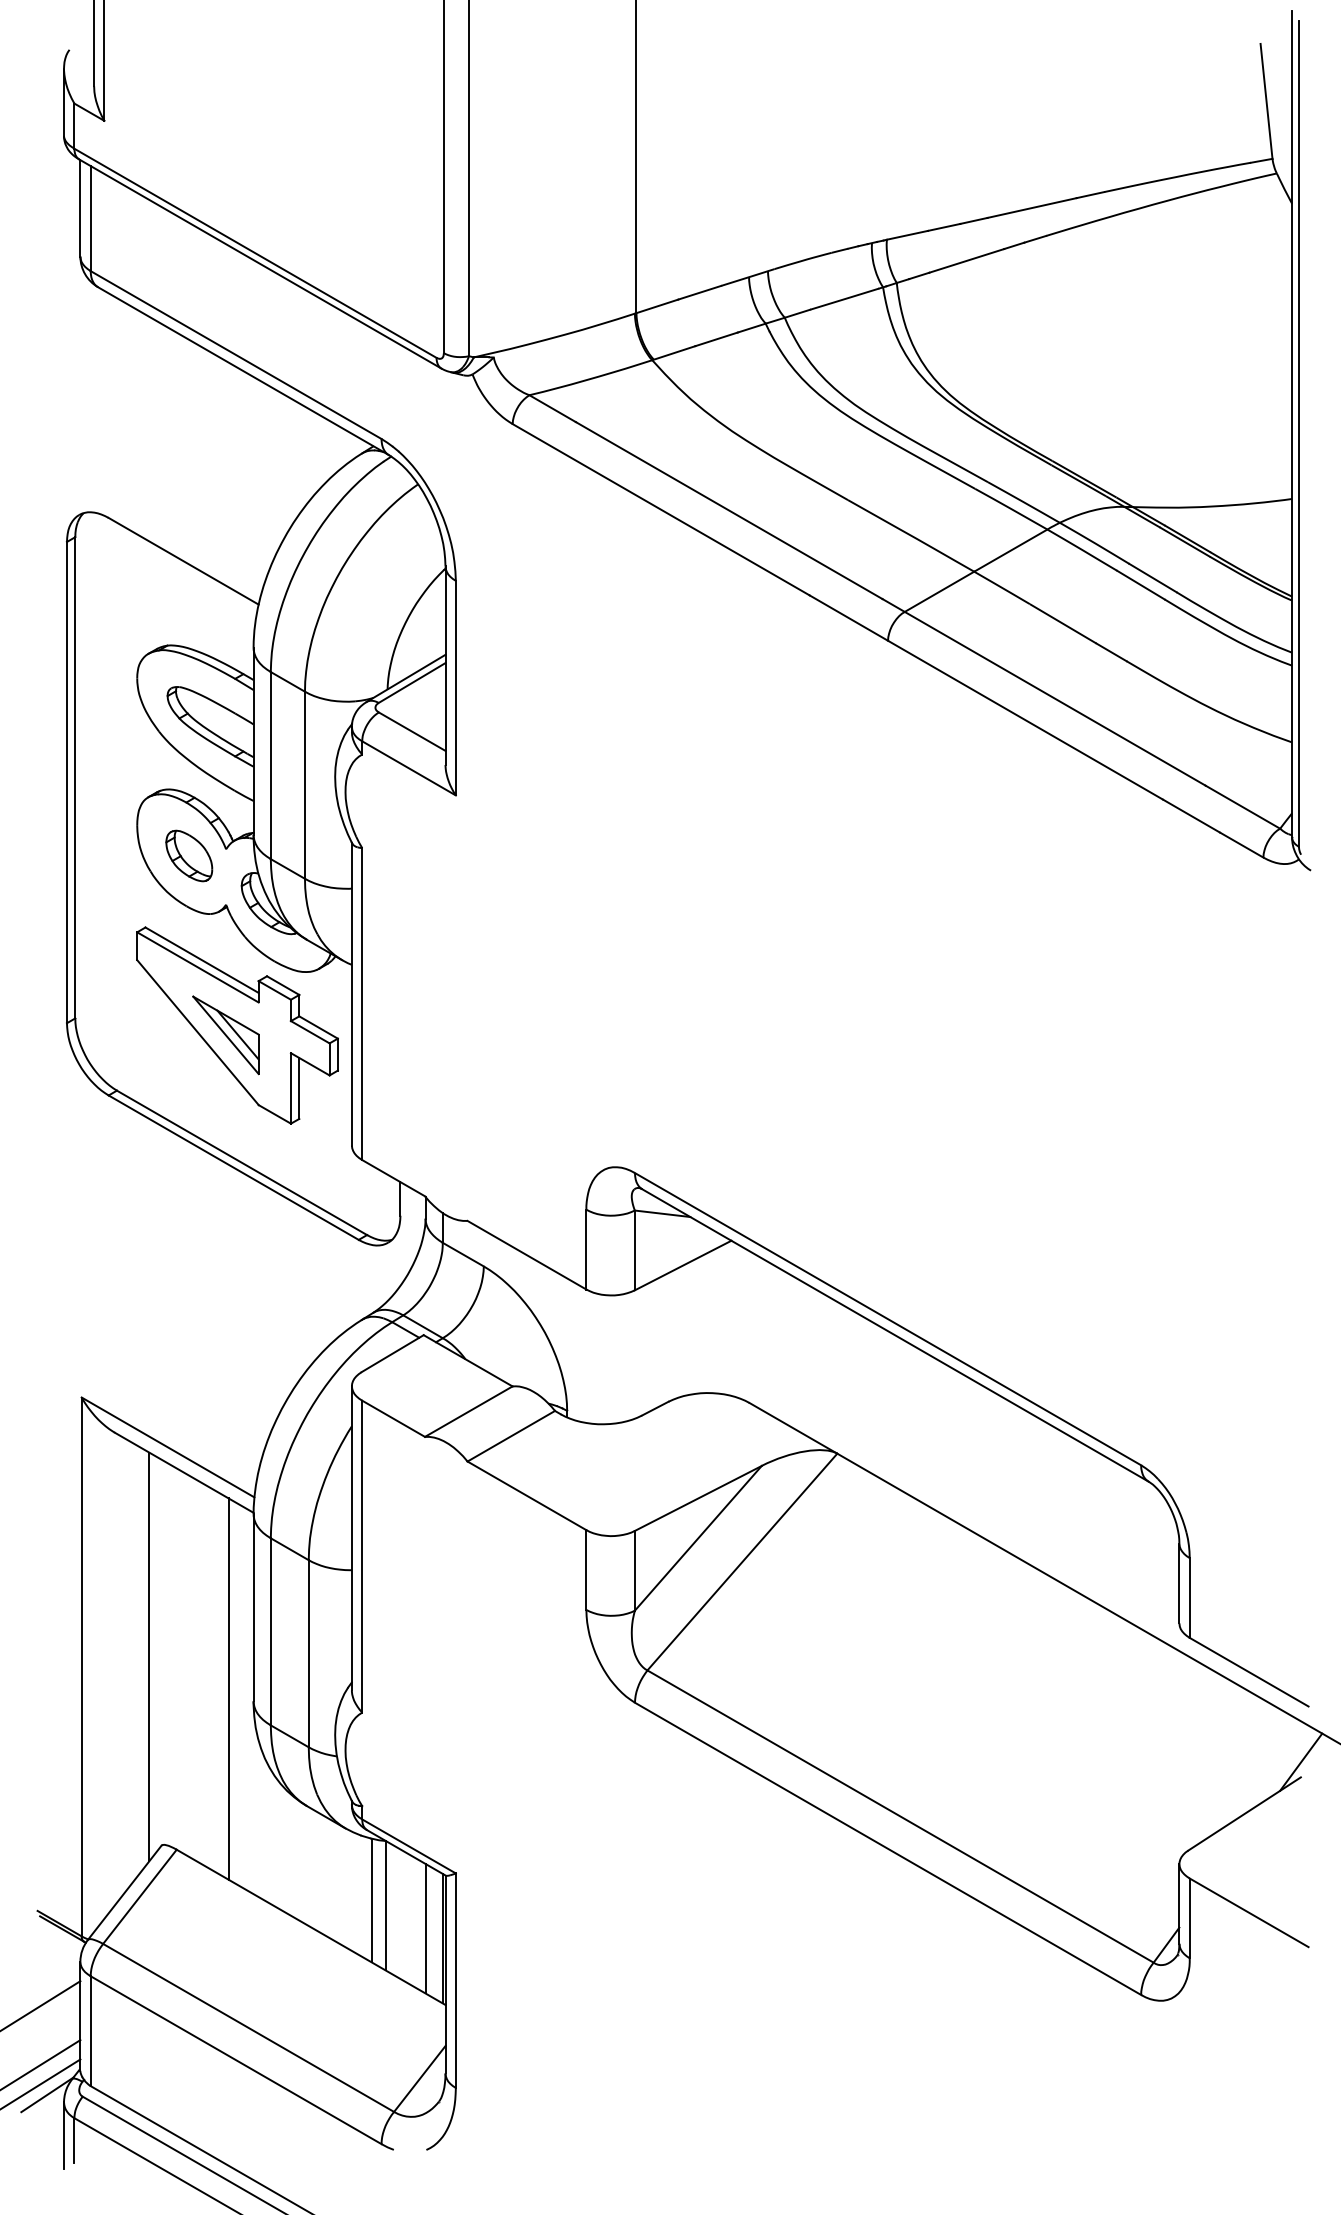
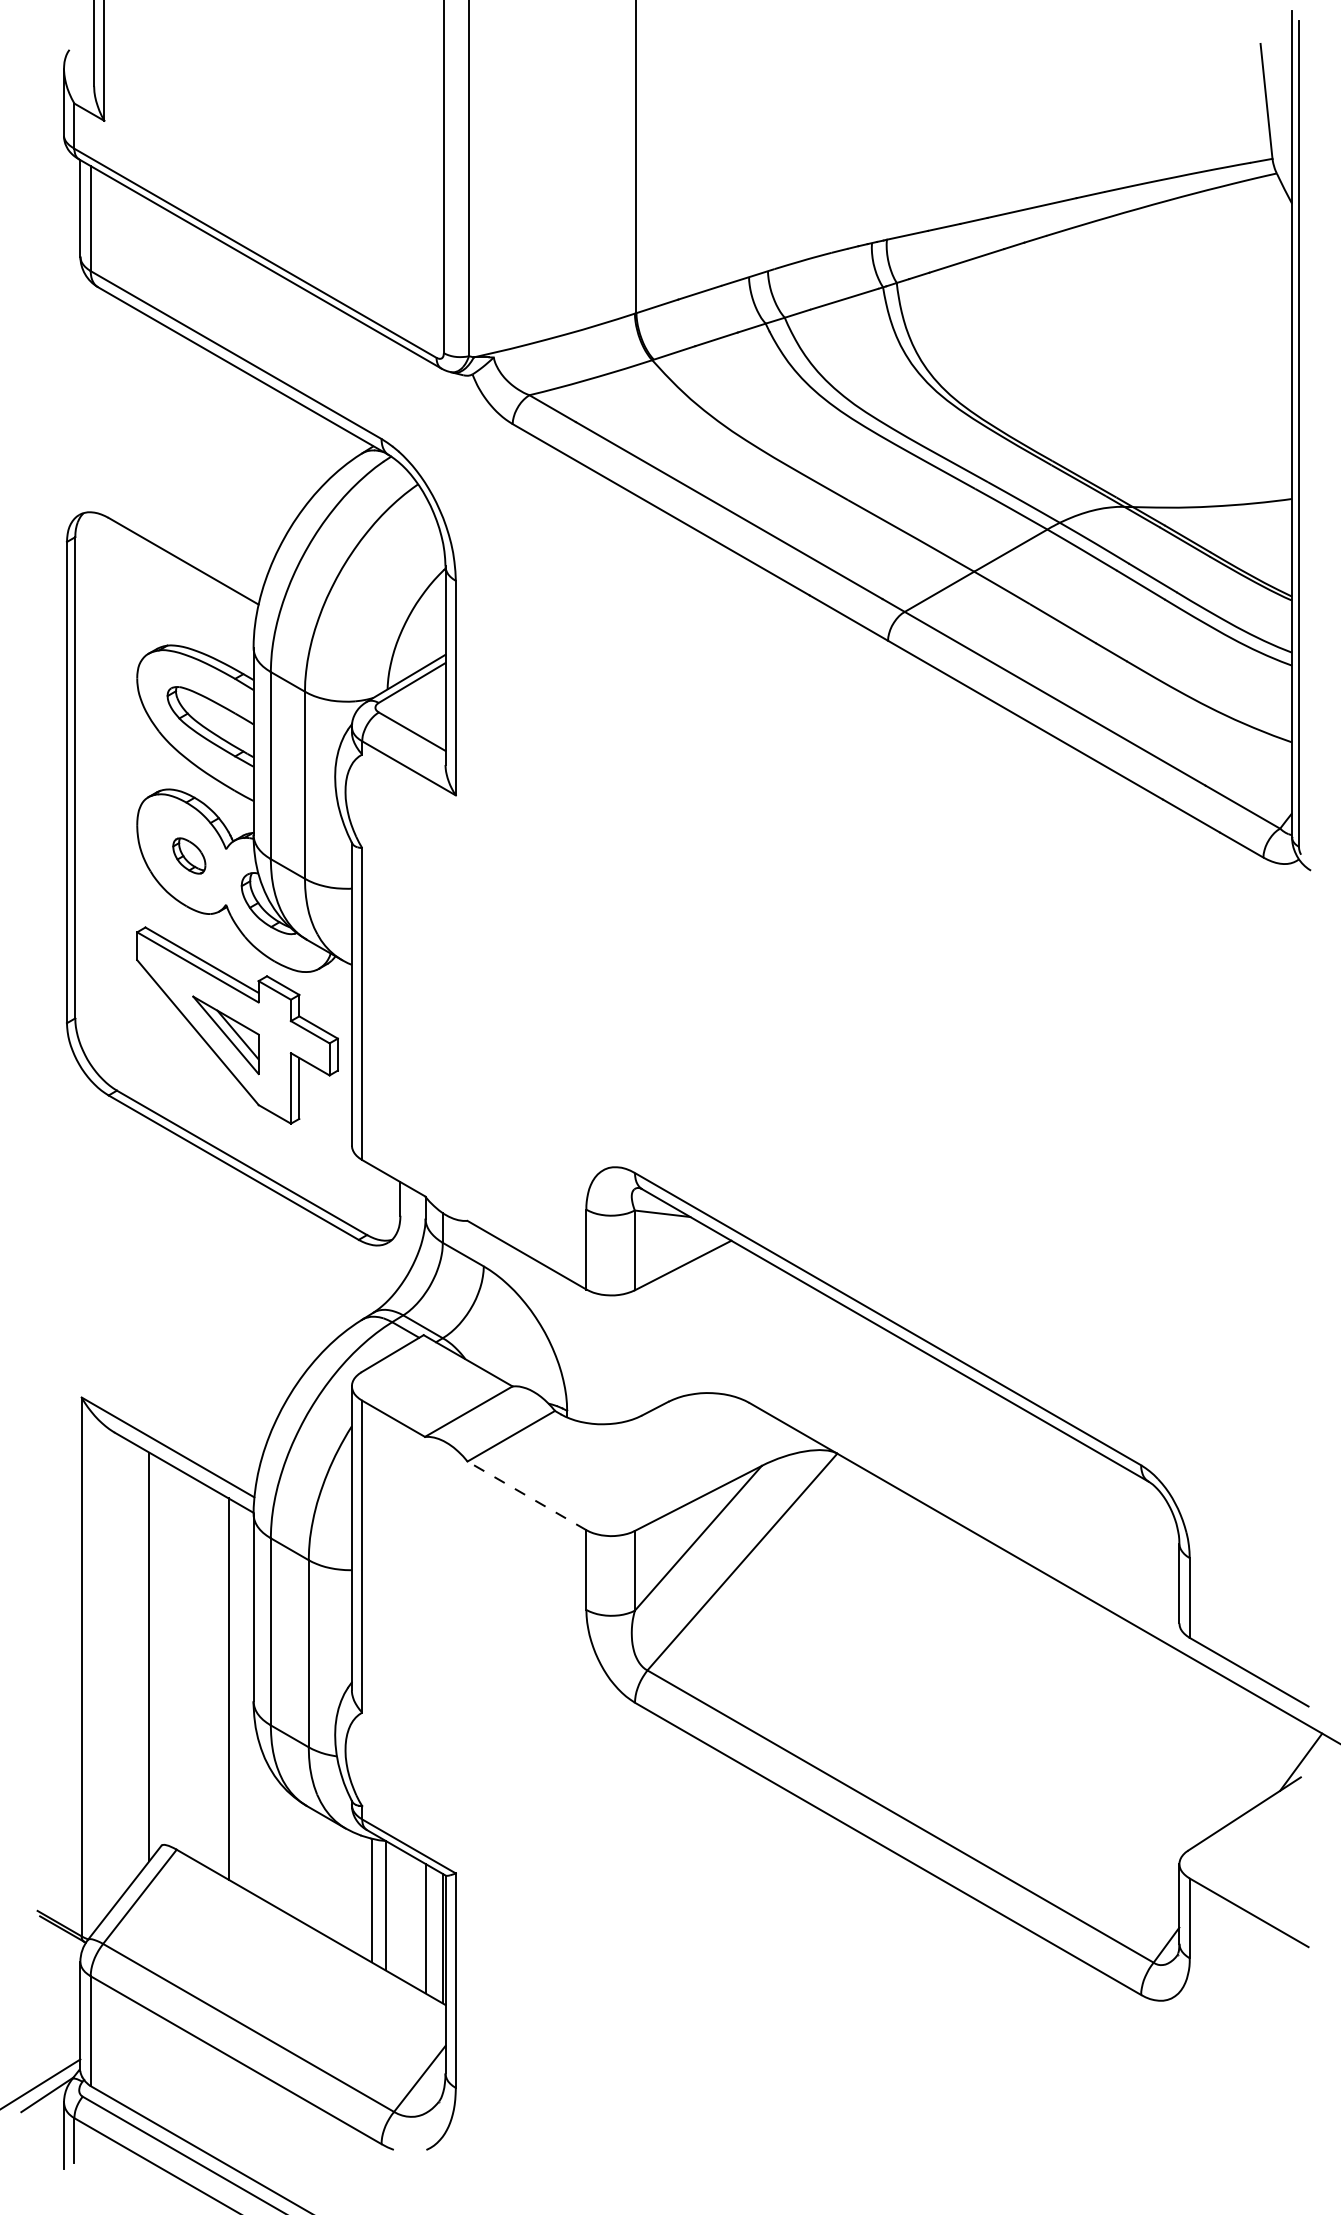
part at (189, 855) size: 49x54 px -> 35x38 px
line at (526, 1495): solid -> dashed
line at (41, 2005): present -> none
line at (41, 2064): present -> none
